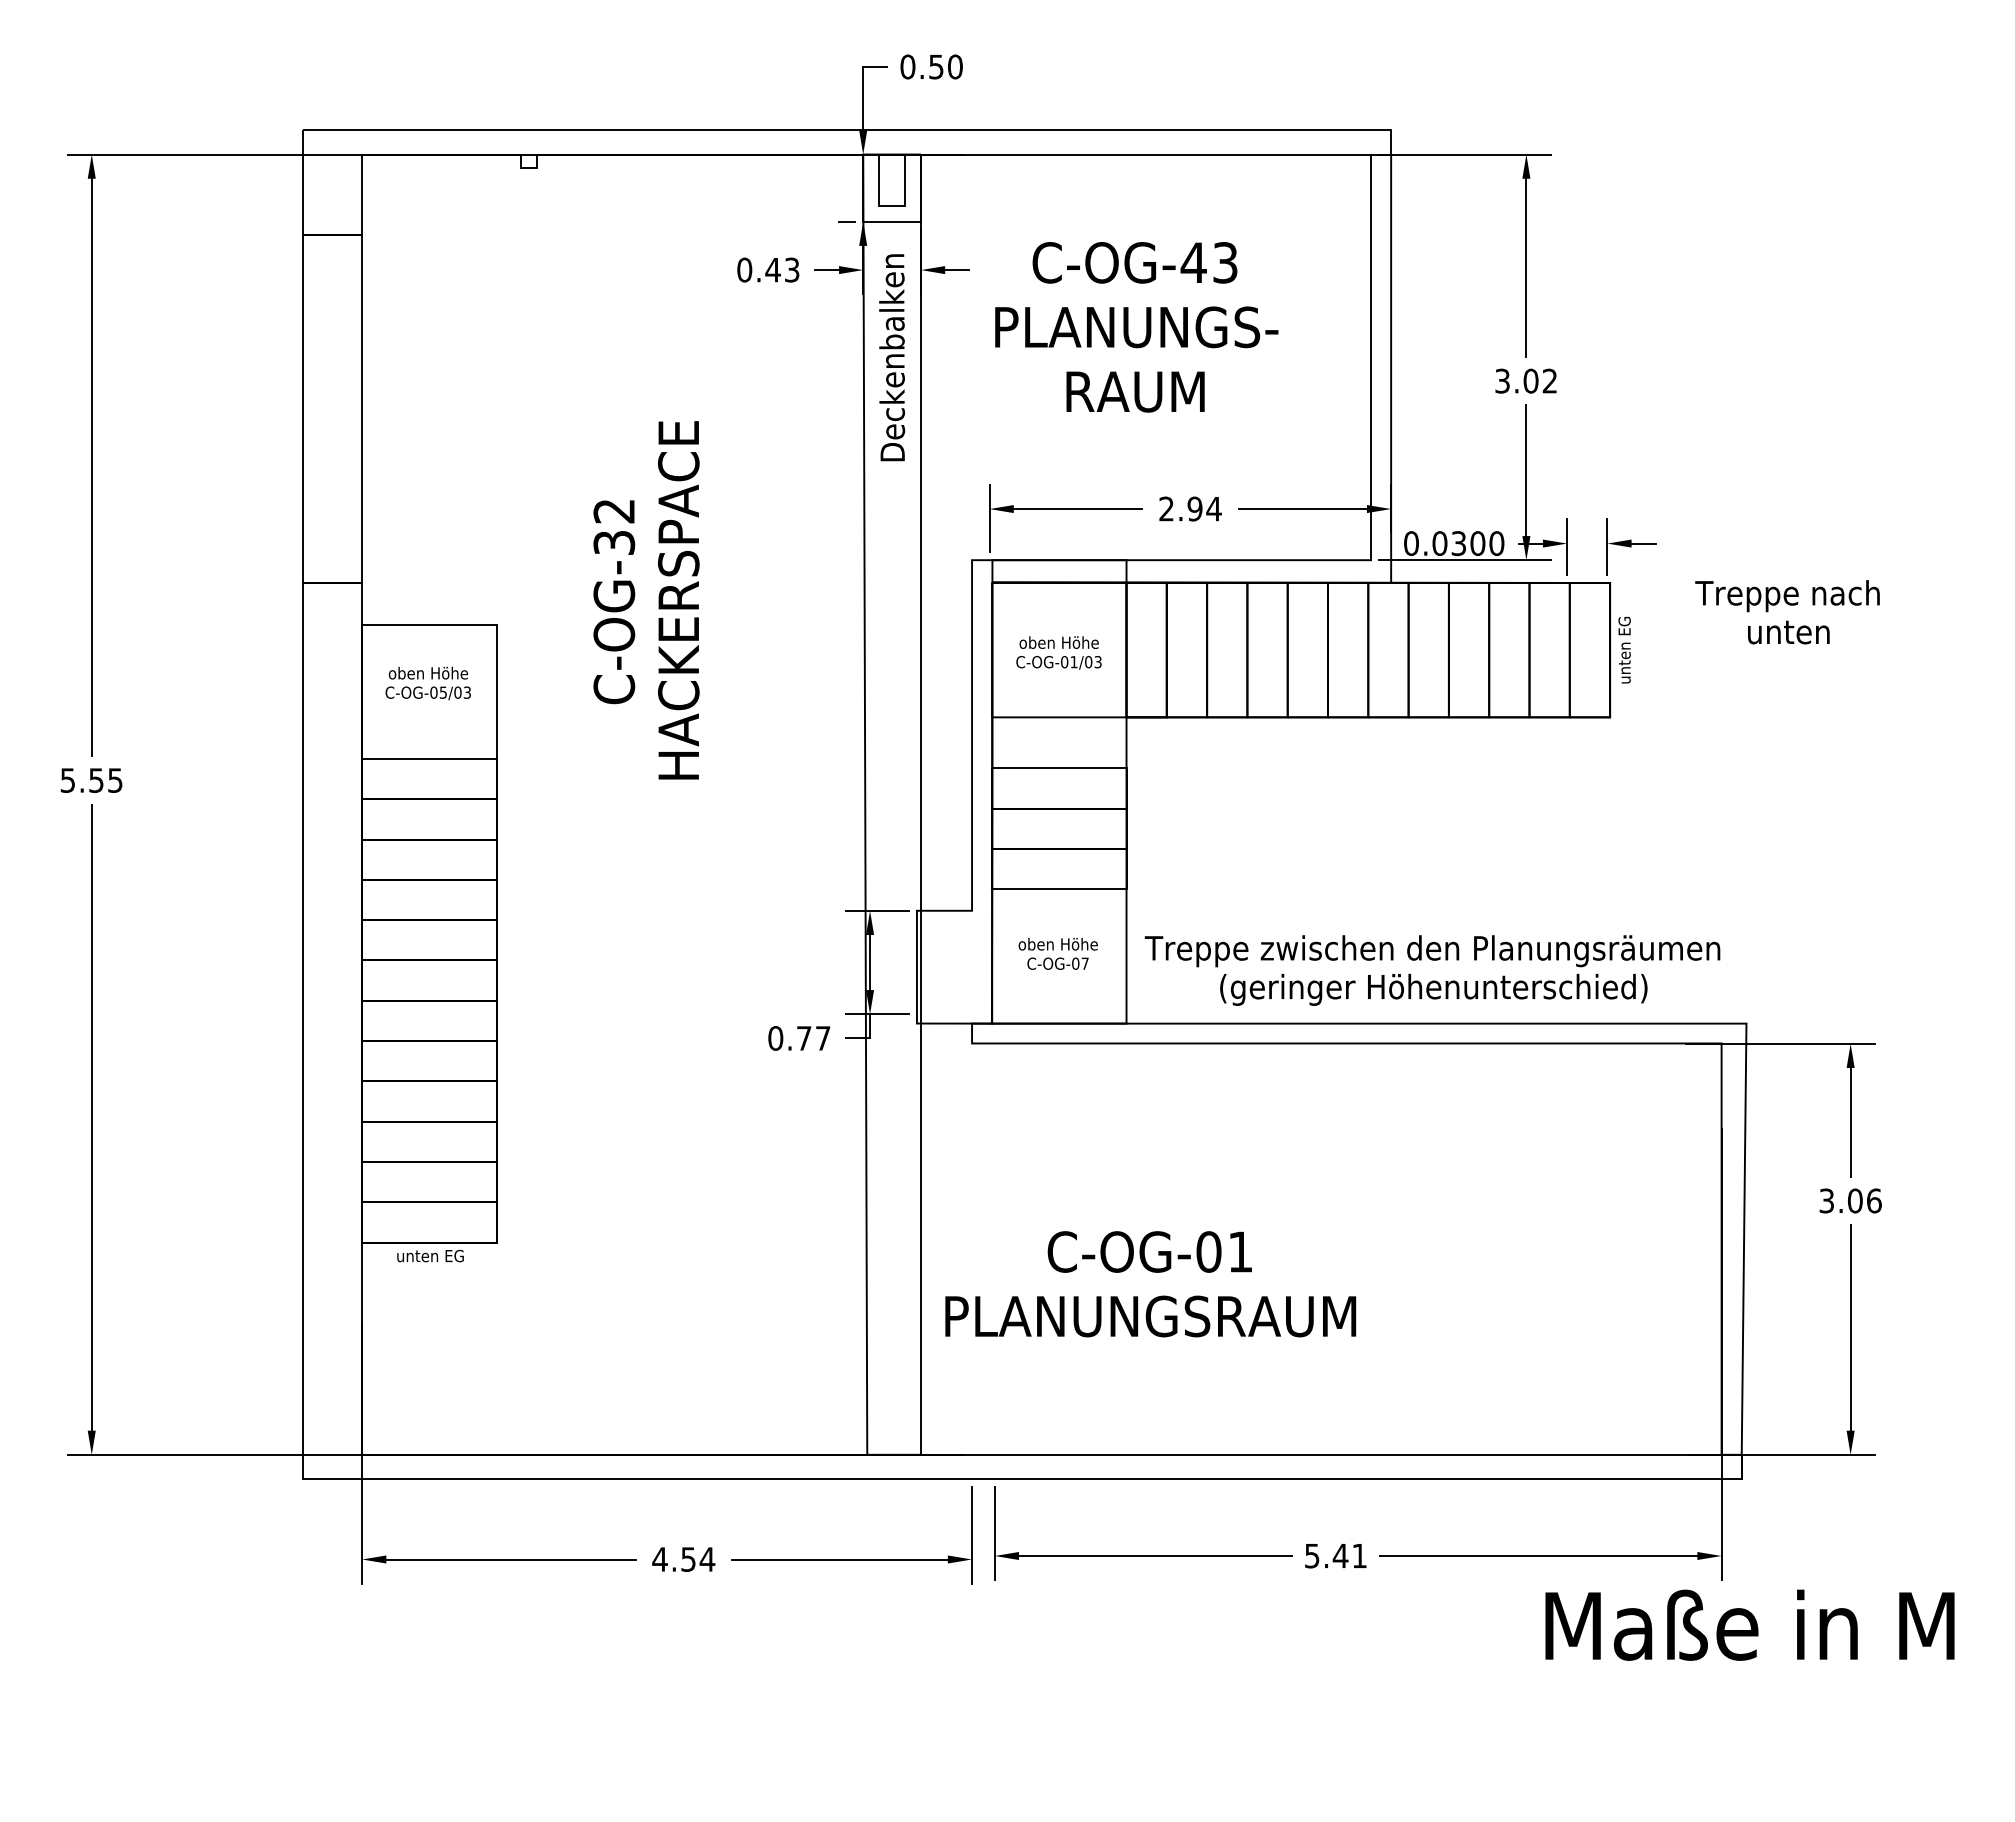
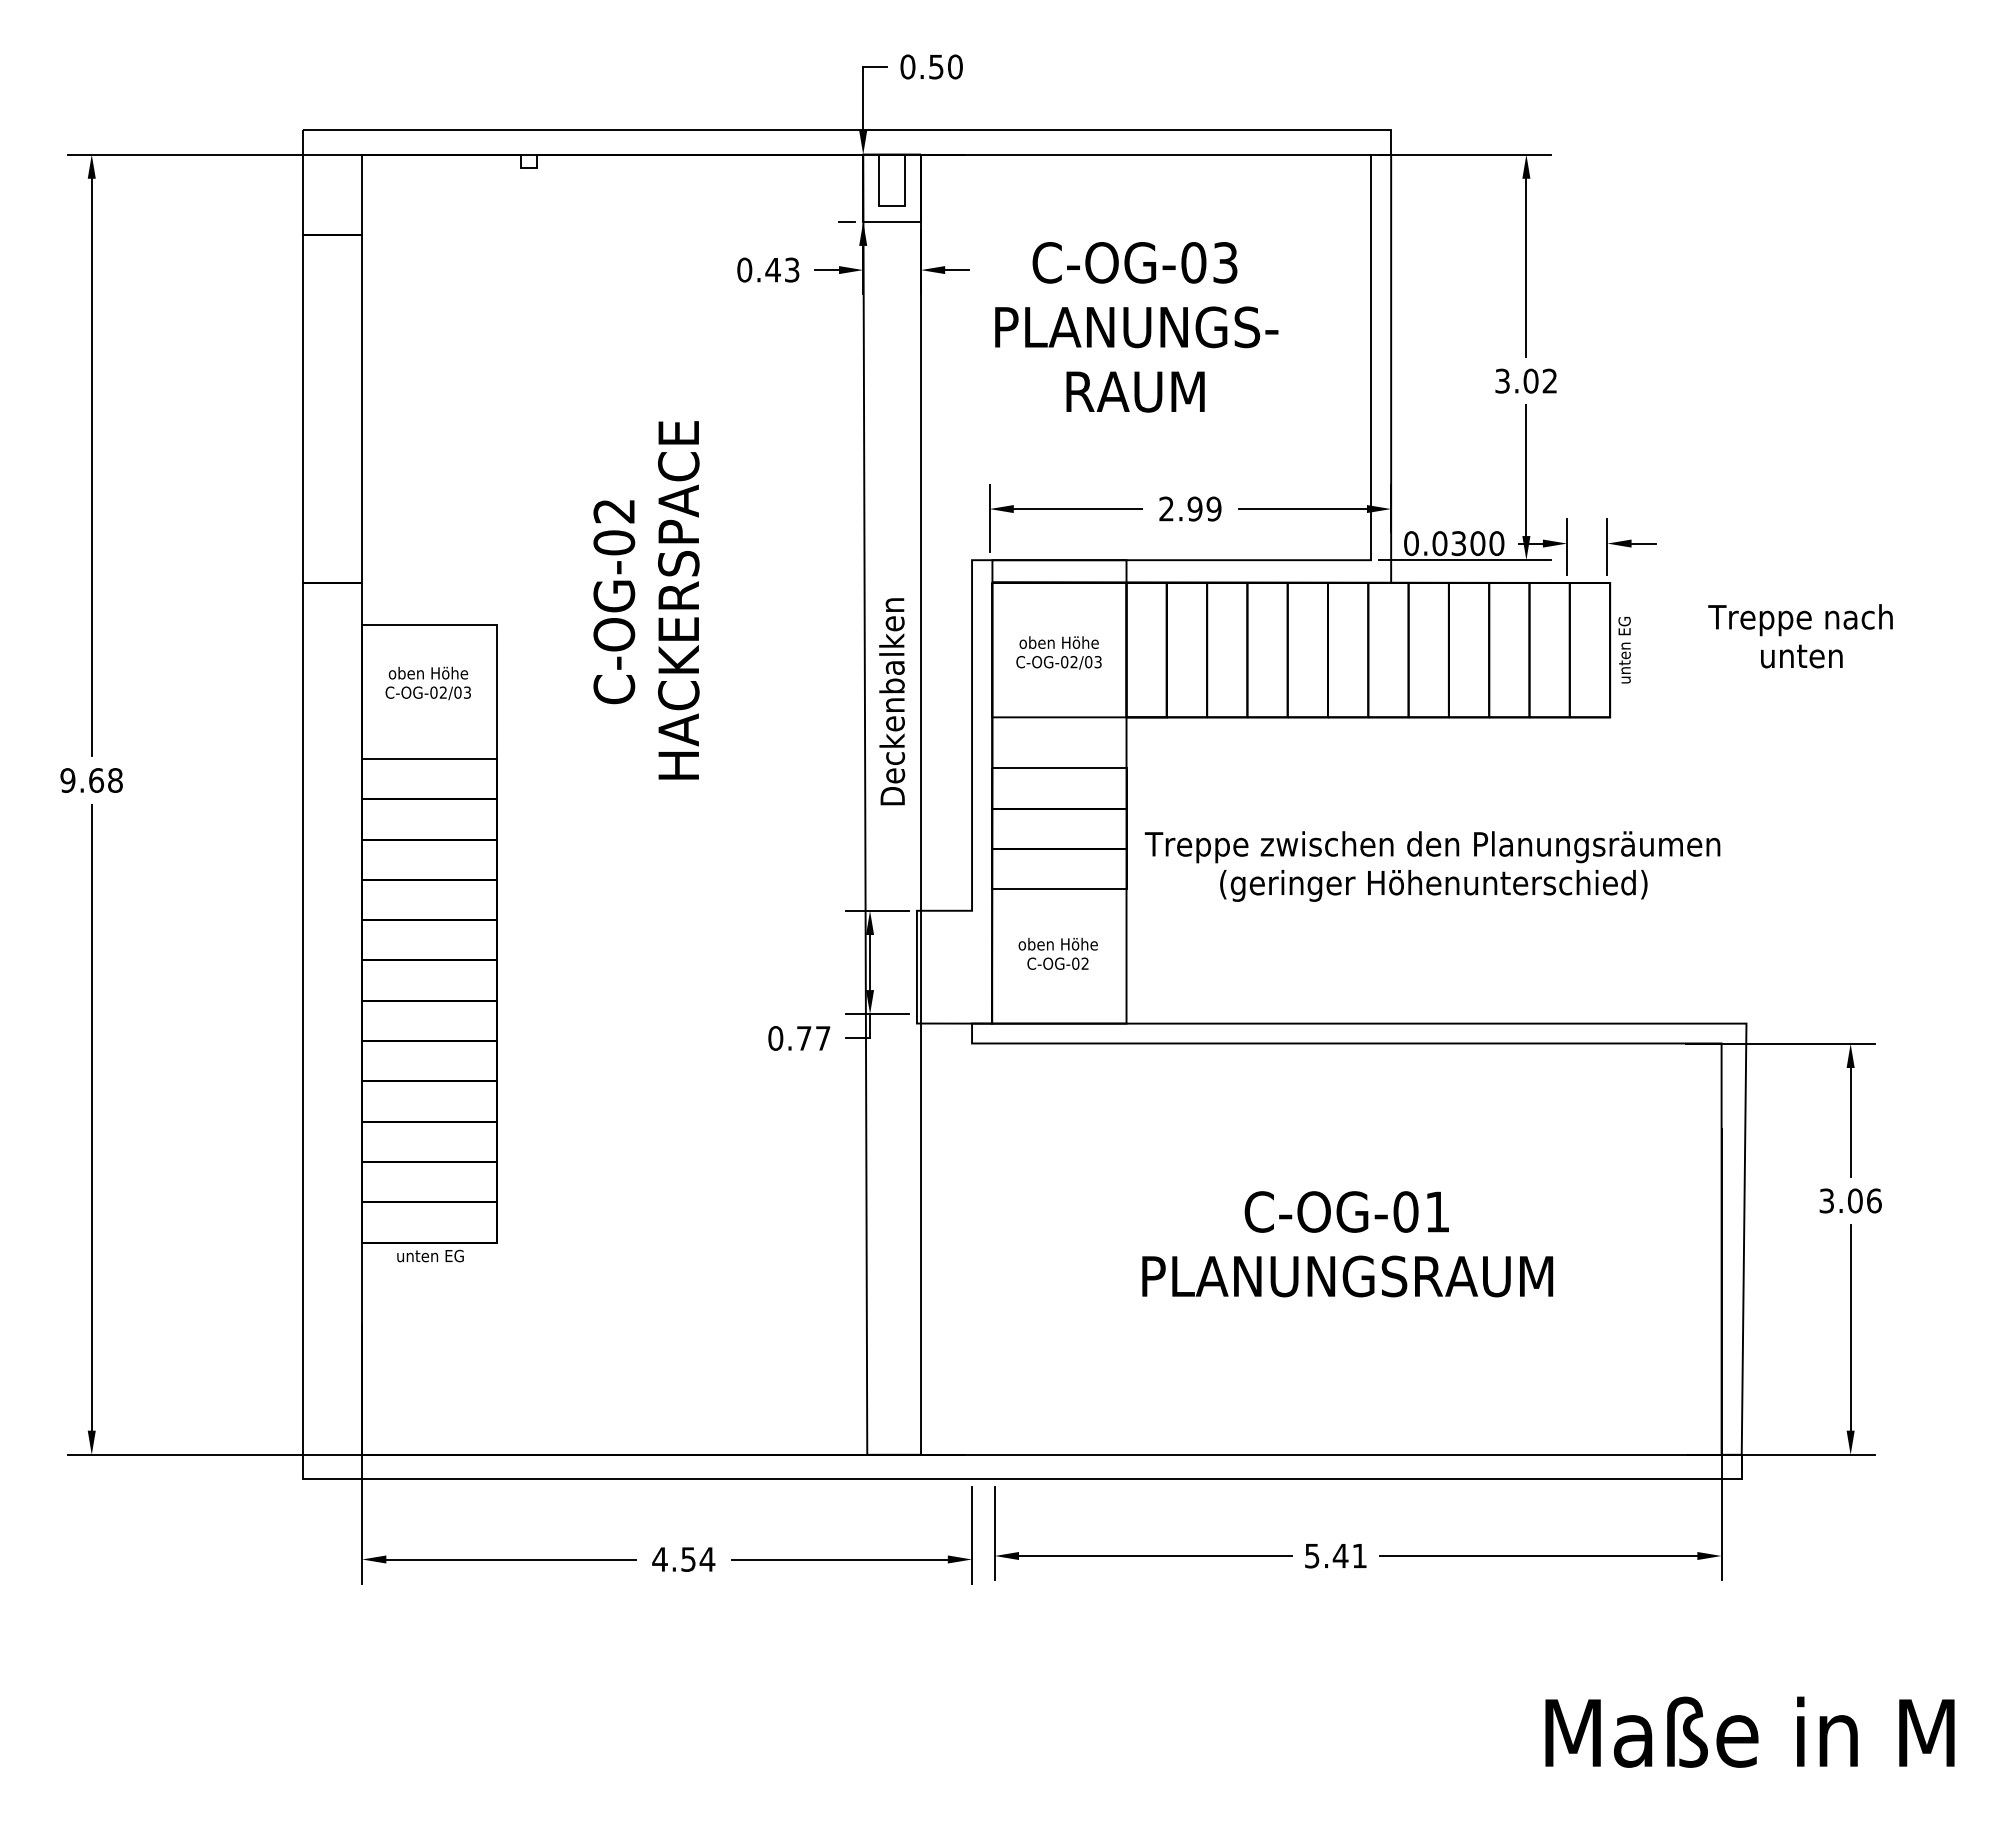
text at (1193, 262): C-OG-43 -> C-OG-03
text at (892, 357) position: (892, 357) -> (892, 701)
text at (1213, 508): 2.94 -> 2.99
text at (614, 542): C-OG-32 -> C-OG-02
text at (1787, 612) position: (1787, 612) -> (1800, 636)
text at (1073, 661): C-OG-01/03 -> C-OG-02/03
text at (443, 692): C-OG-05/03 -> C-OG-02/03
text at (91, 780): 5.55 -> 9.68
text at (1084, 963): C-OG-07 -> C-OG-02
text at (1432, 970) position: (1432, 970) -> (1432, 866)
text at (1150, 1284) position: (1150, 1284) -> (1347, 1244)
text at (1749, 1624) position: (1749, 1624) -> (1749, 1731)
